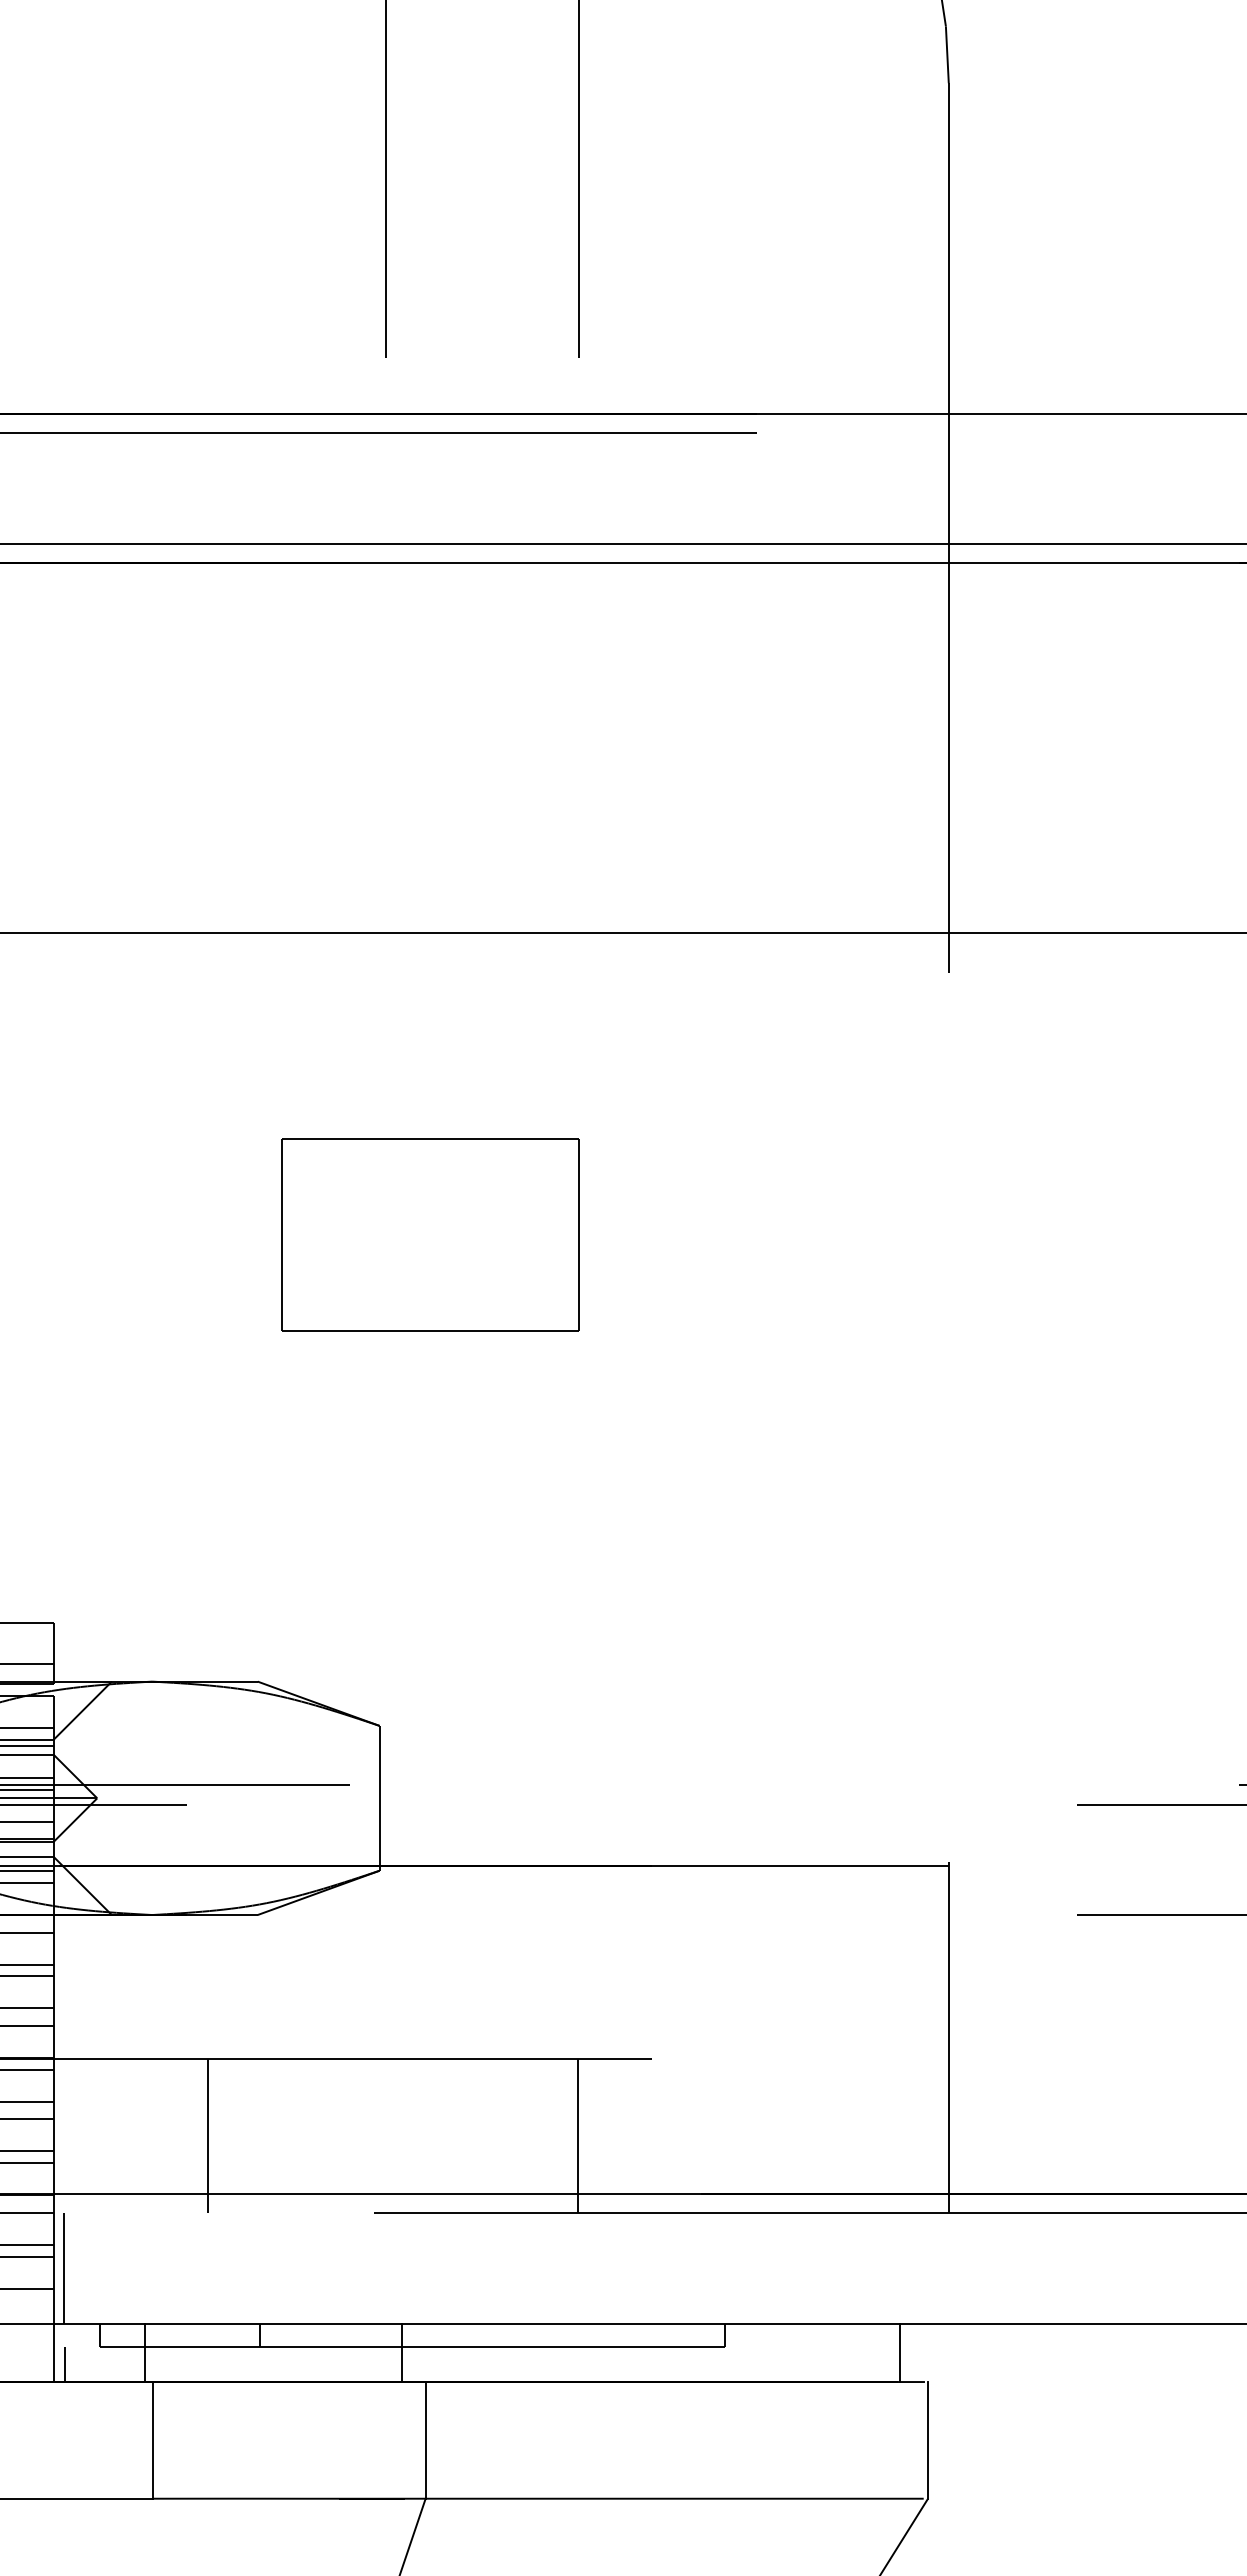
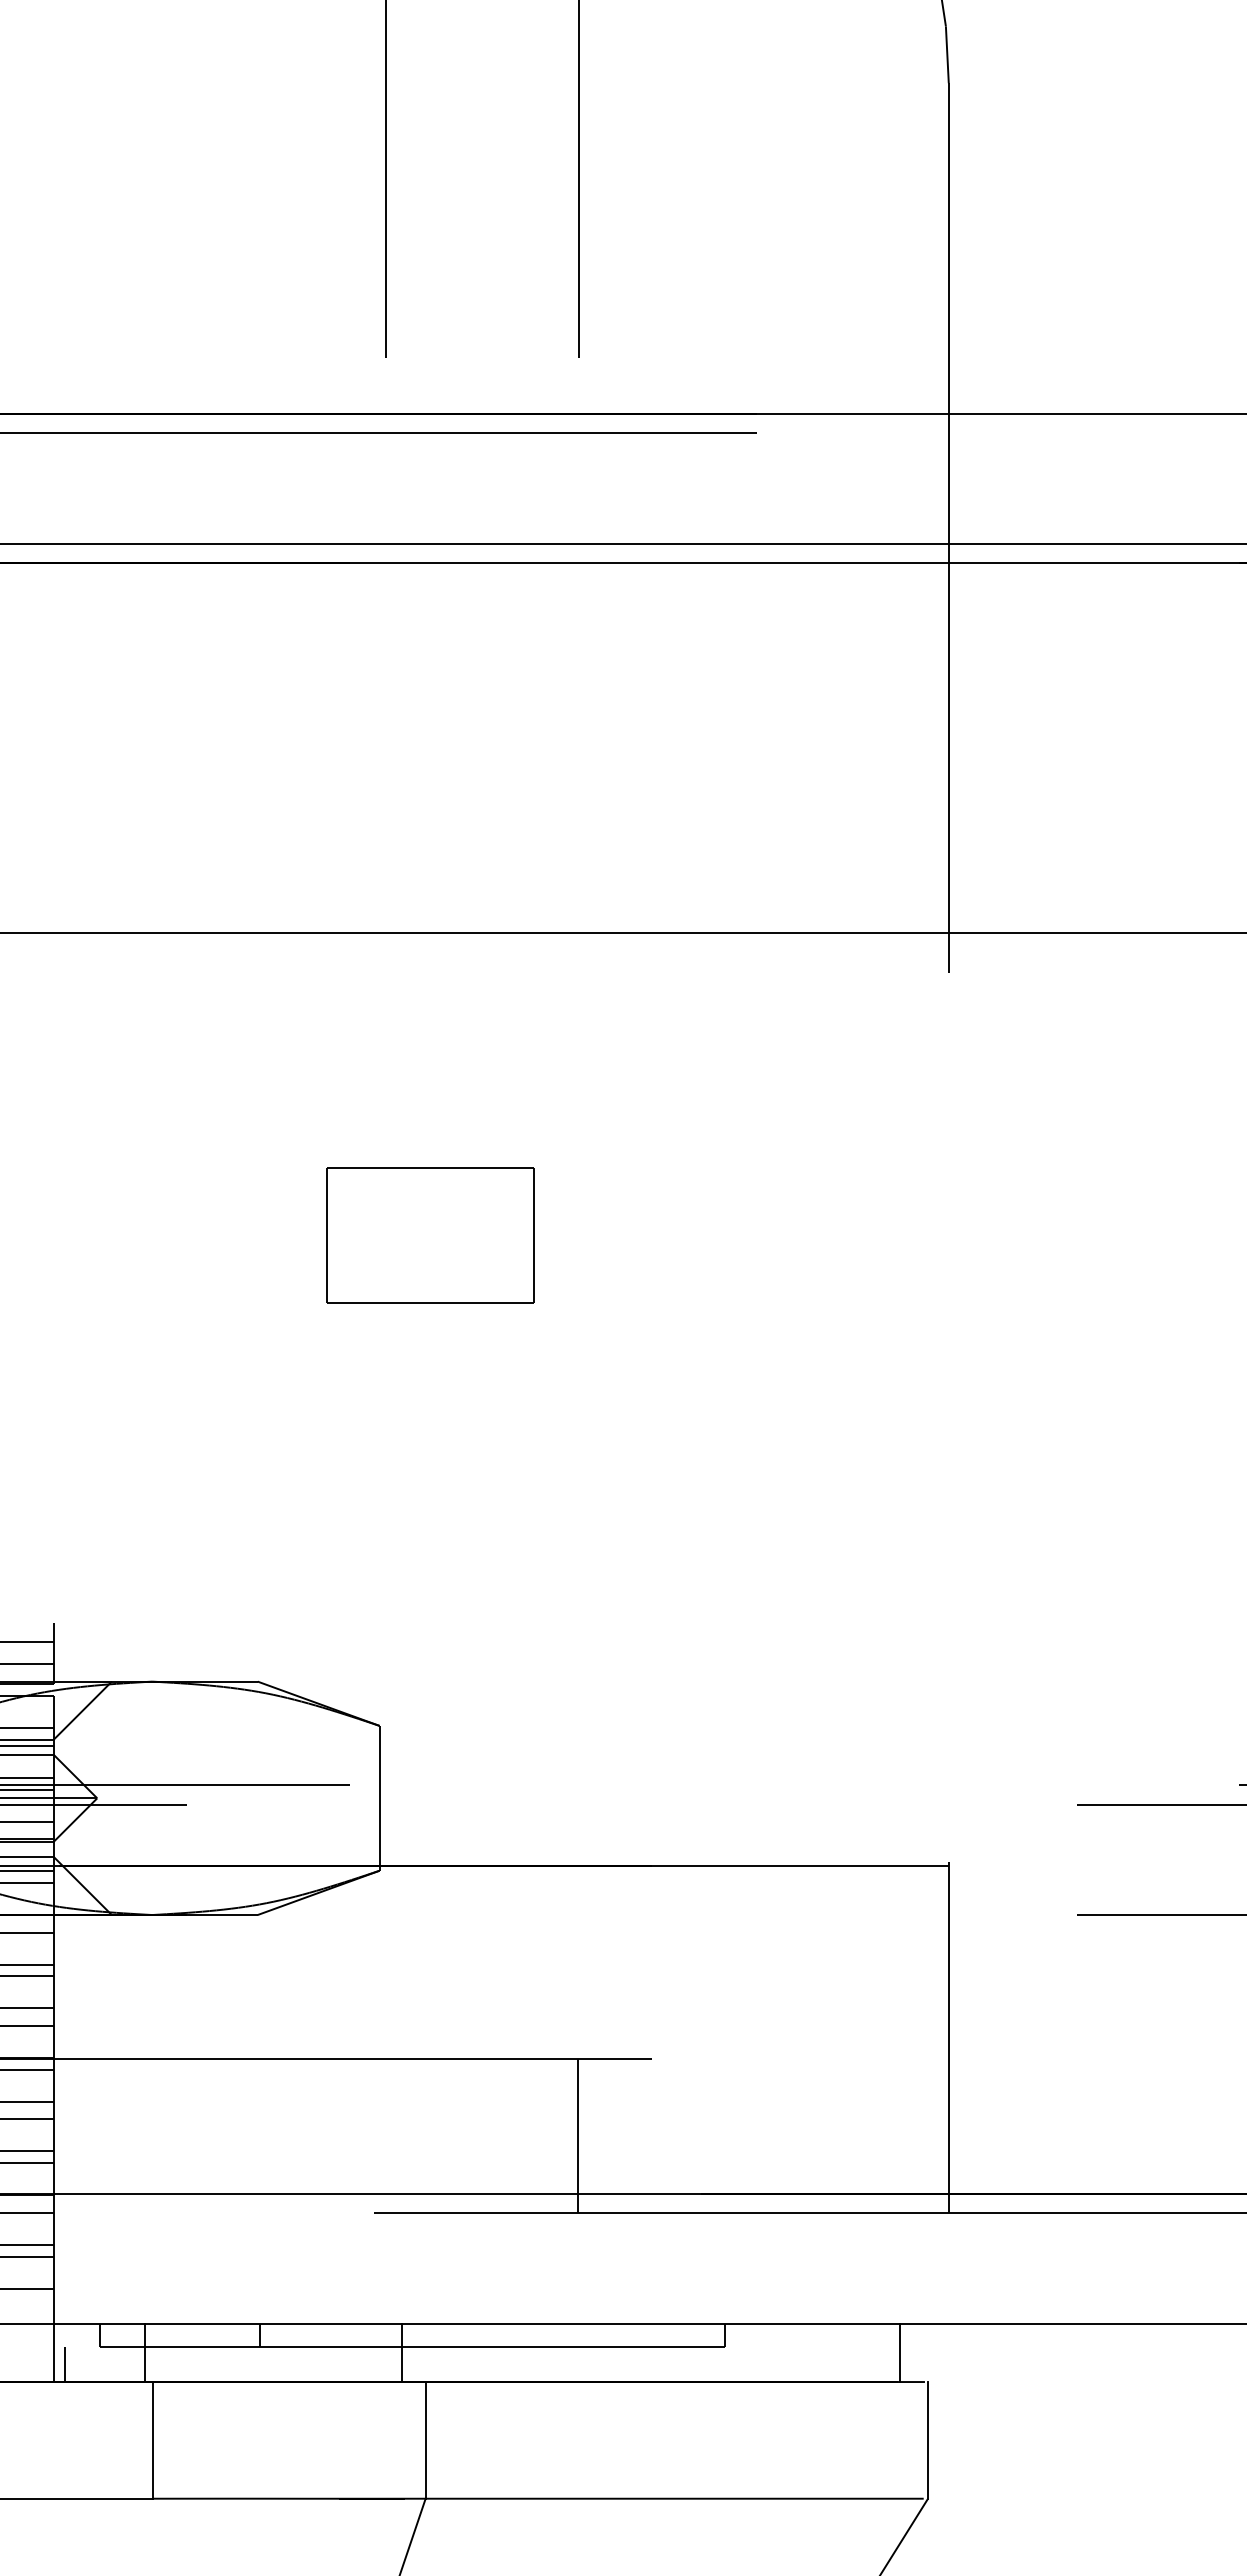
part at (430, 1234) size: 299x194 px -> 209x137 px
line at (27, 1623) position: (27, 1623) -> (27, 1642)
line at (207, 2135): present -> none
line at (63, 2267): present -> none
